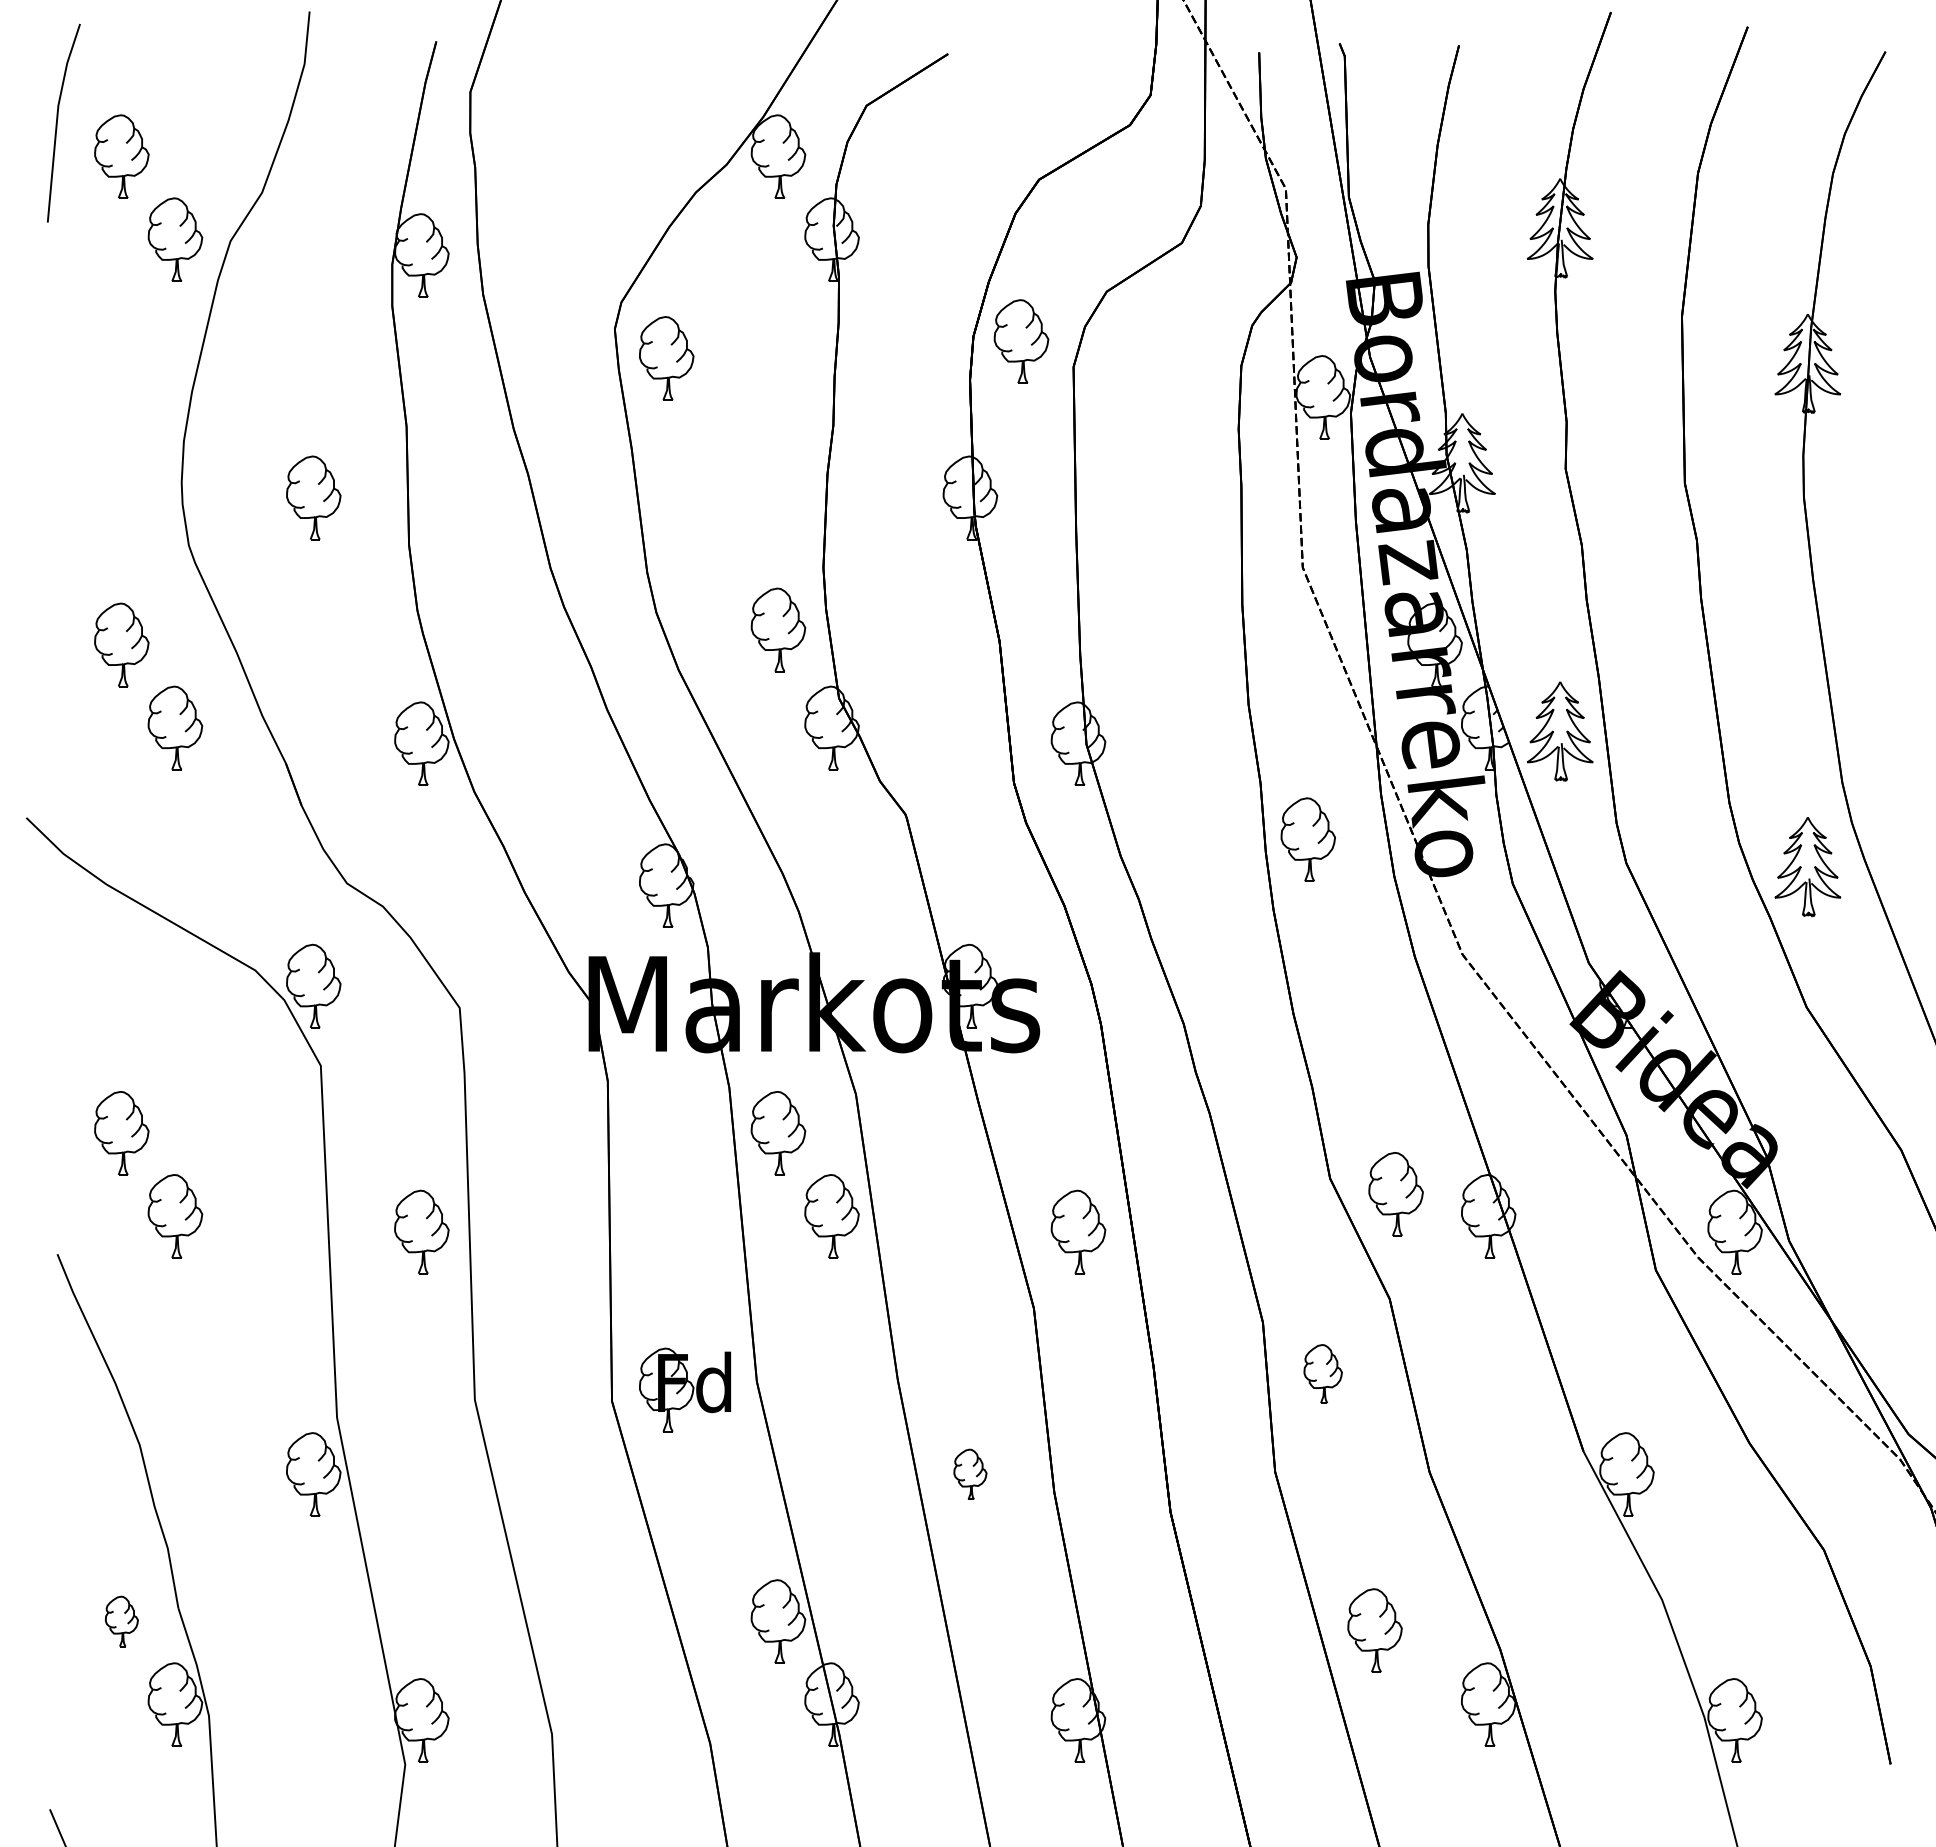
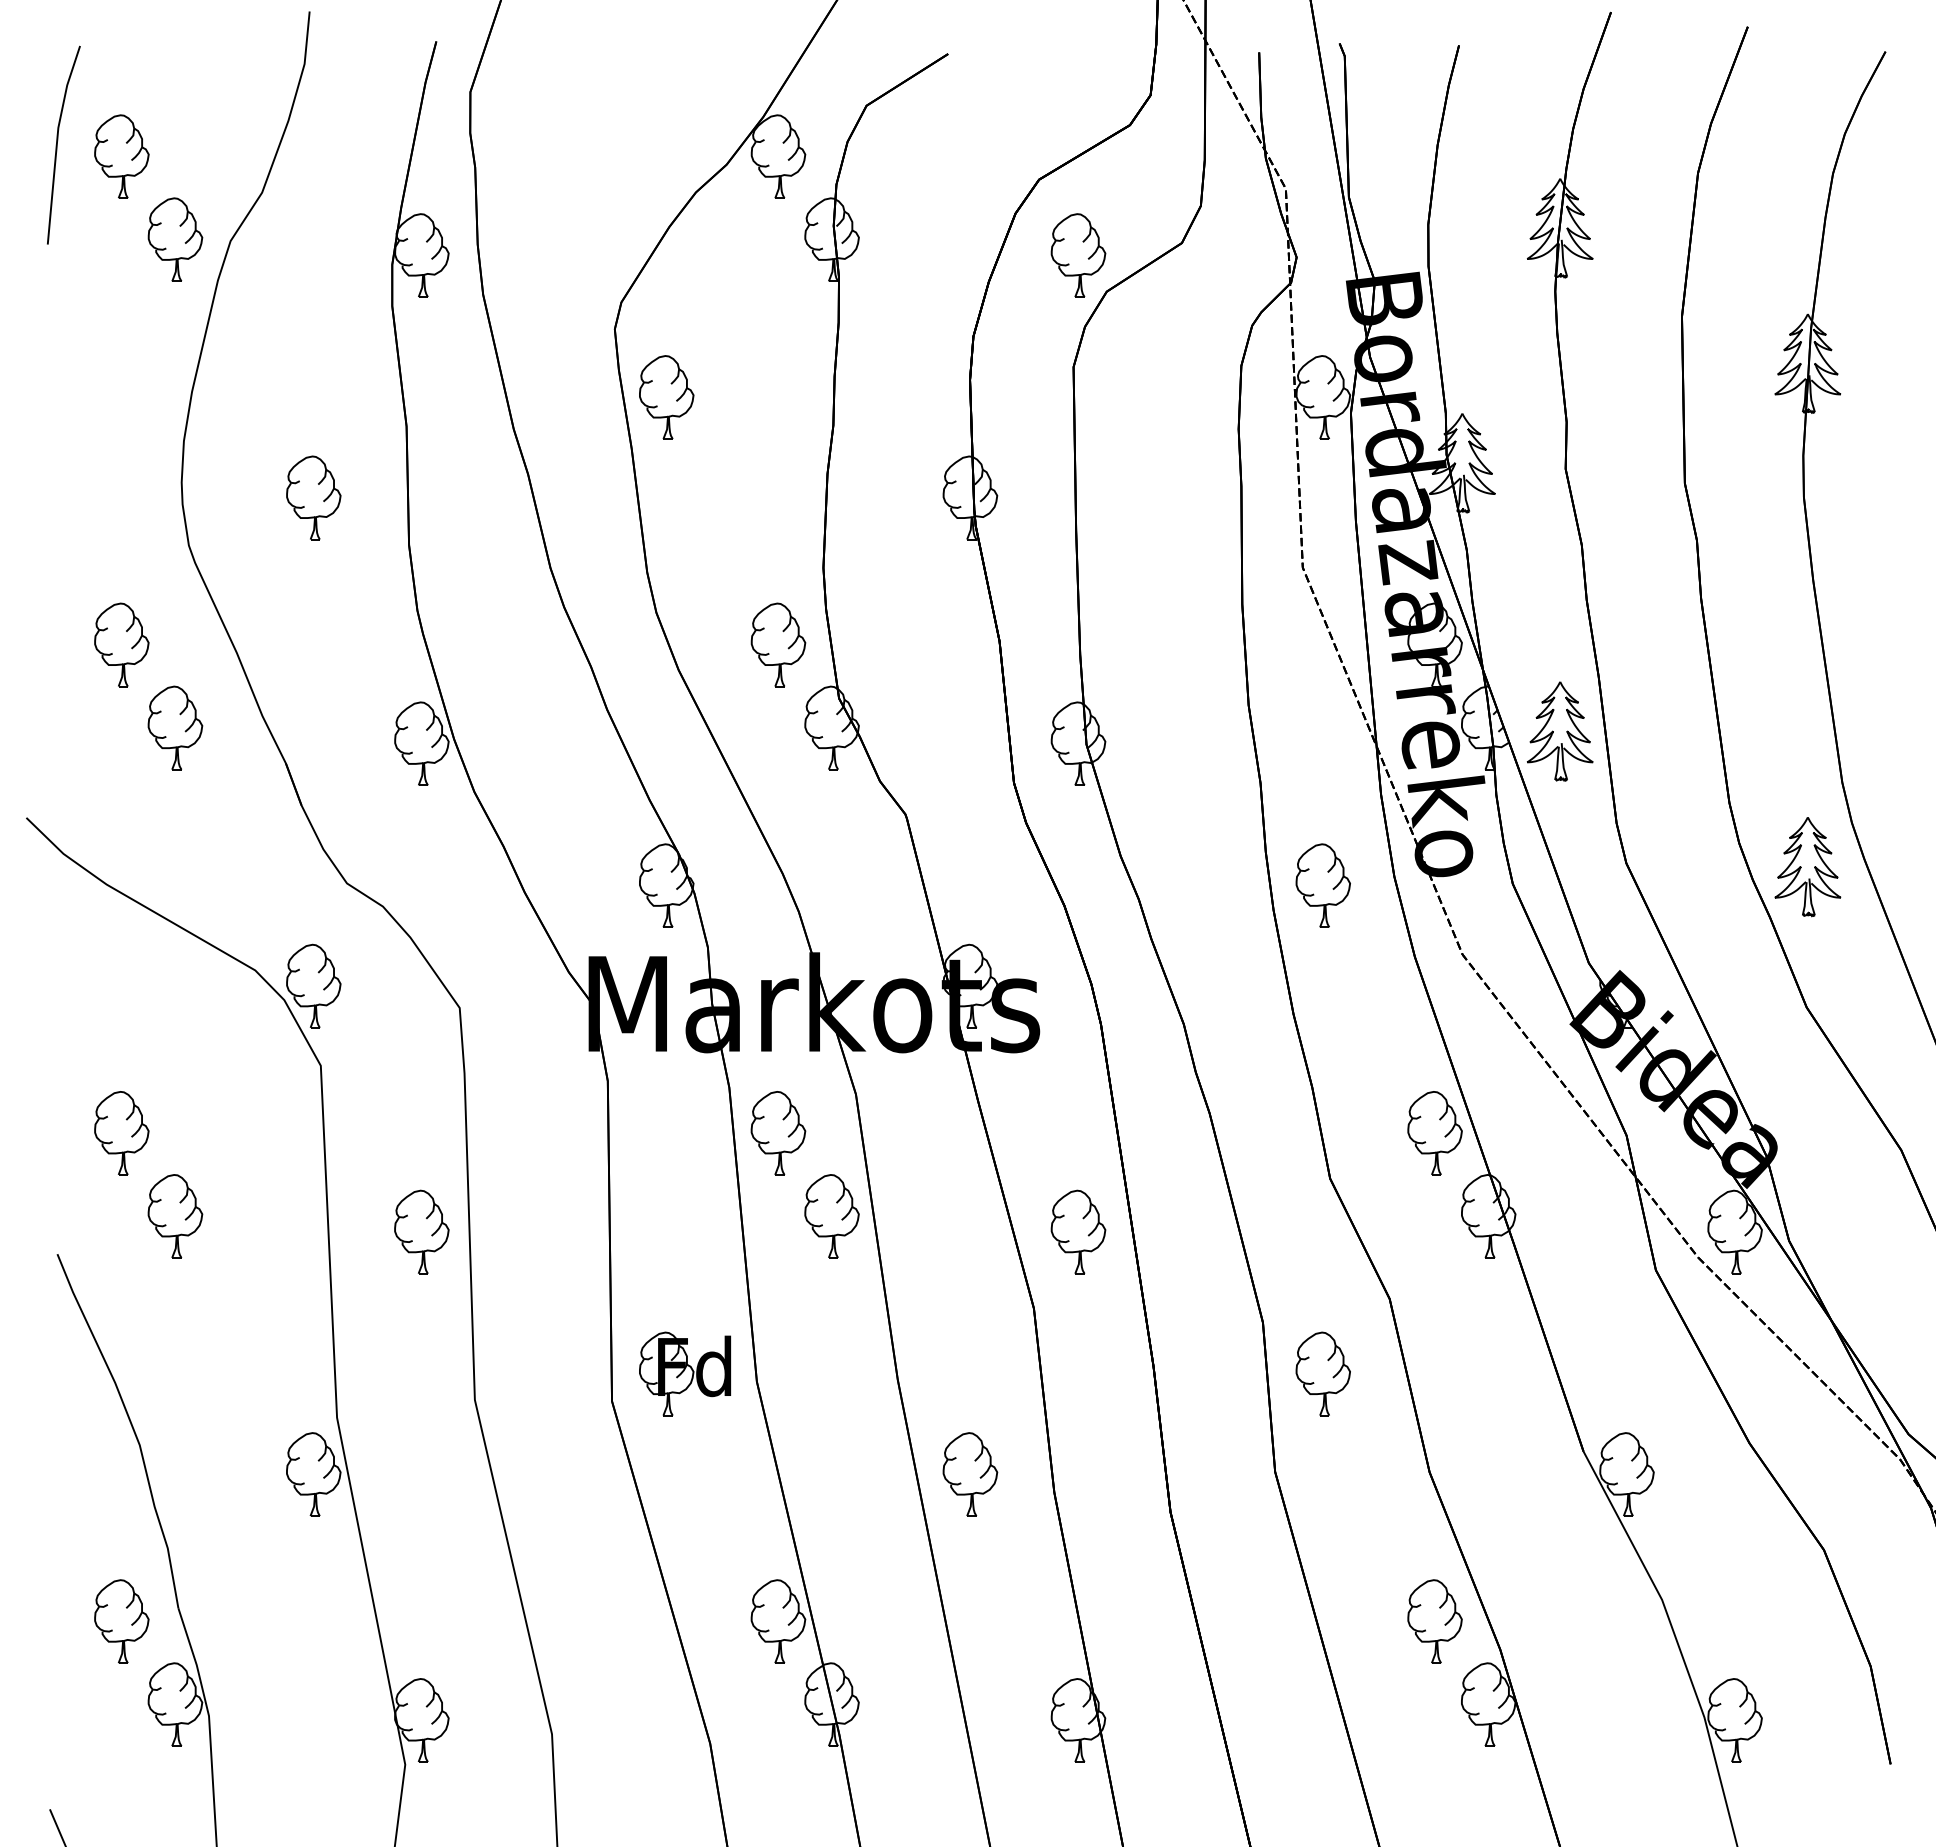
line at (57, 122) position: (57, 122) -> (57, 144)
part at (1021, 341) position: (1021, 341) -> (1078, 255)
part at (666, 358) position: (666, 358) -> (666, 397)
part at (778, 629) position: (778, 629) -> (778, 644)
part at (1307, 839) position: (1307, 839) -> (1322, 885)
part at (1395, 1194) position: (1395, 1194) -> (1434, 1133)
part at (1322, 1373) size: 40x60 px -> 56x86 px
part at (684, 1389) position: (684, 1389) -> (684, 1373)
part at (970, 1473) size: 35x52 px -> 57x85 px
part at (121, 1621) size: 34x53 px -> 56x85 px
part at (1374, 1630) position: (1374, 1630) -> (1434, 1621)
